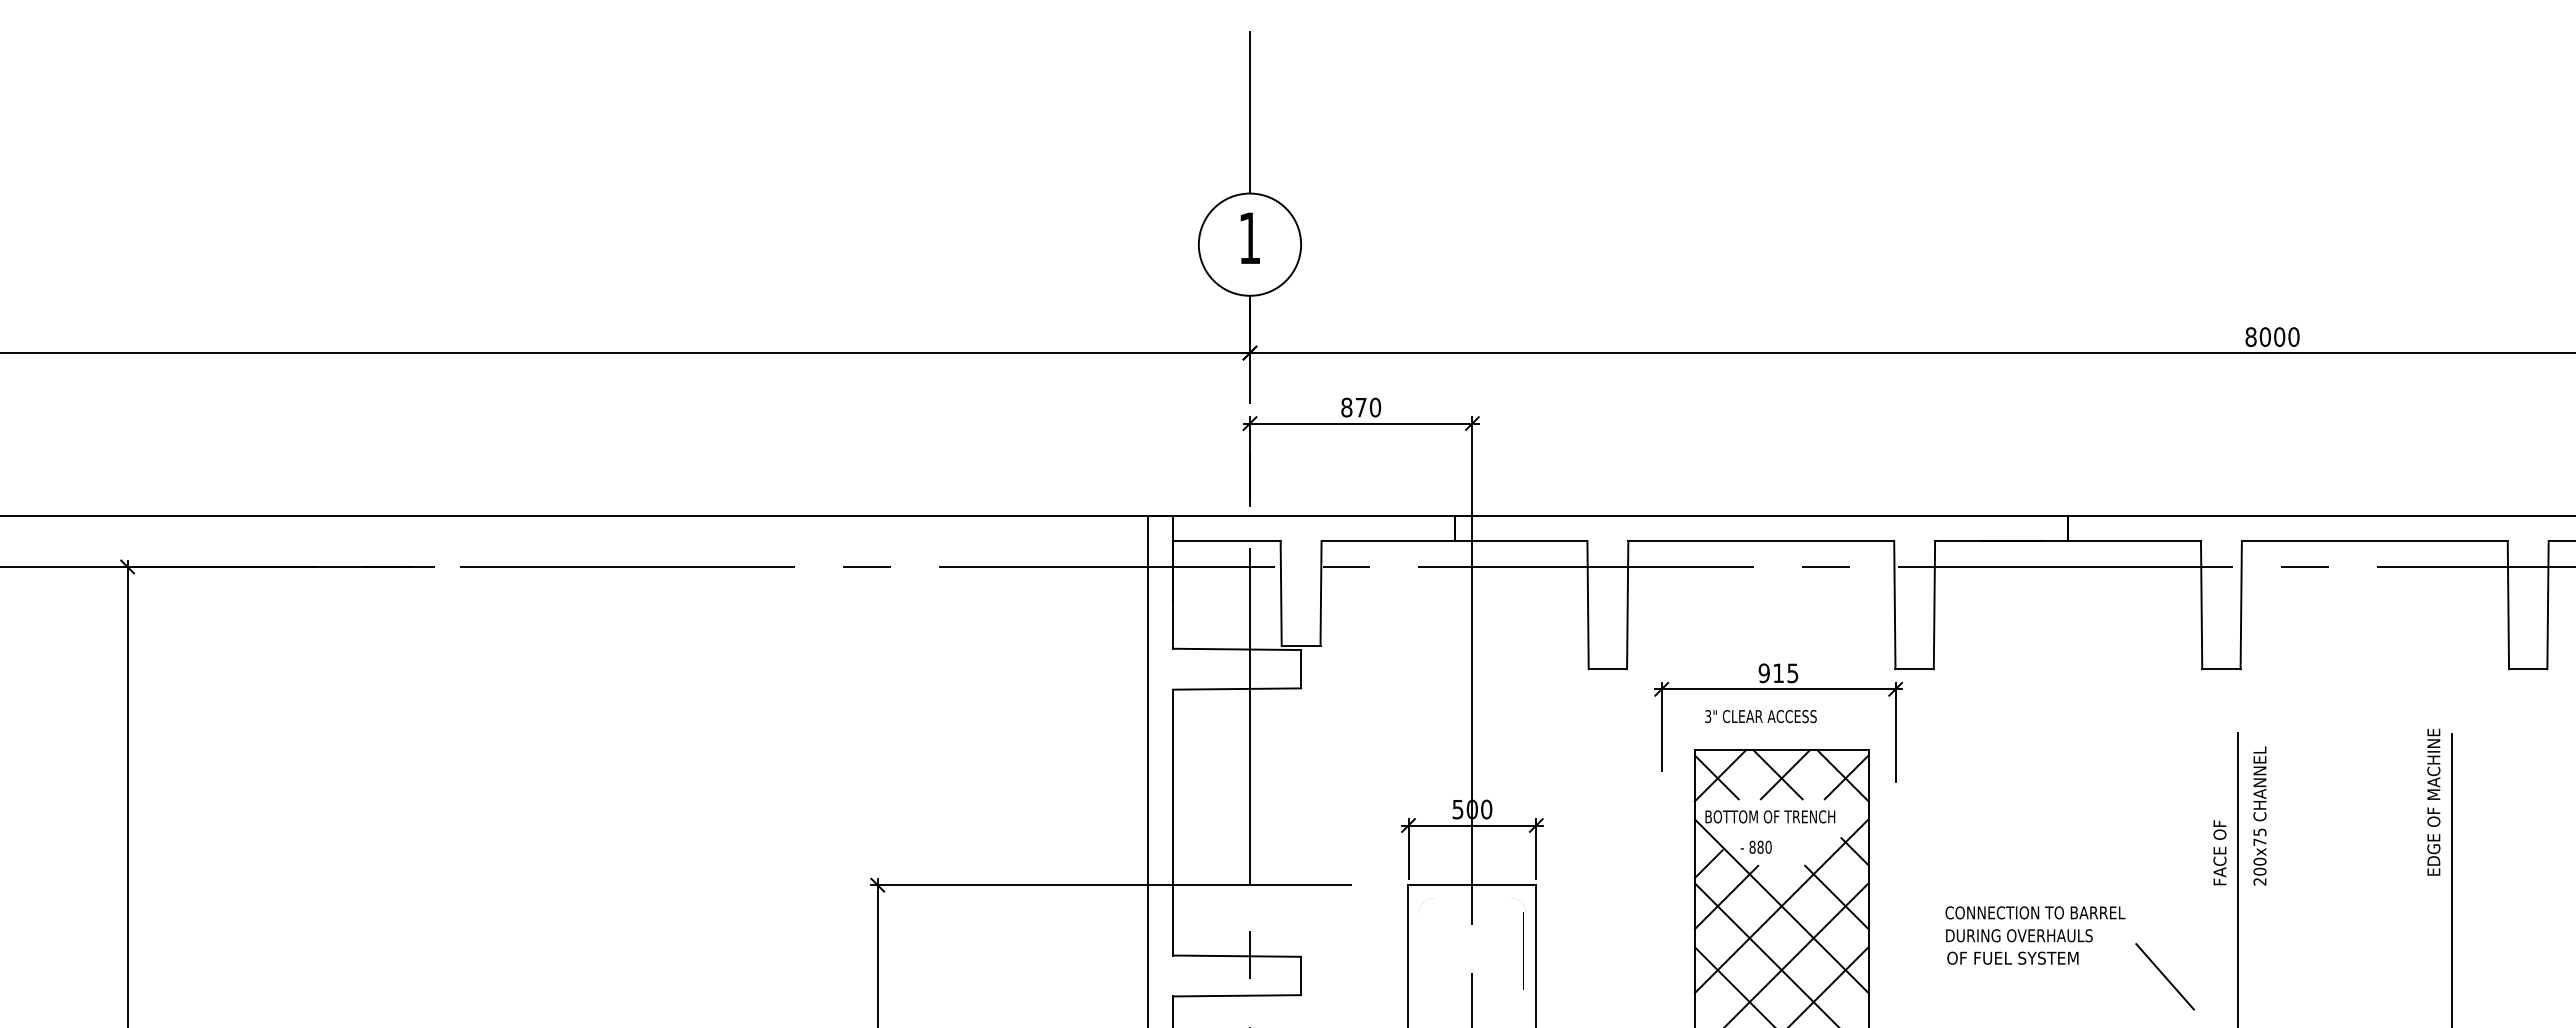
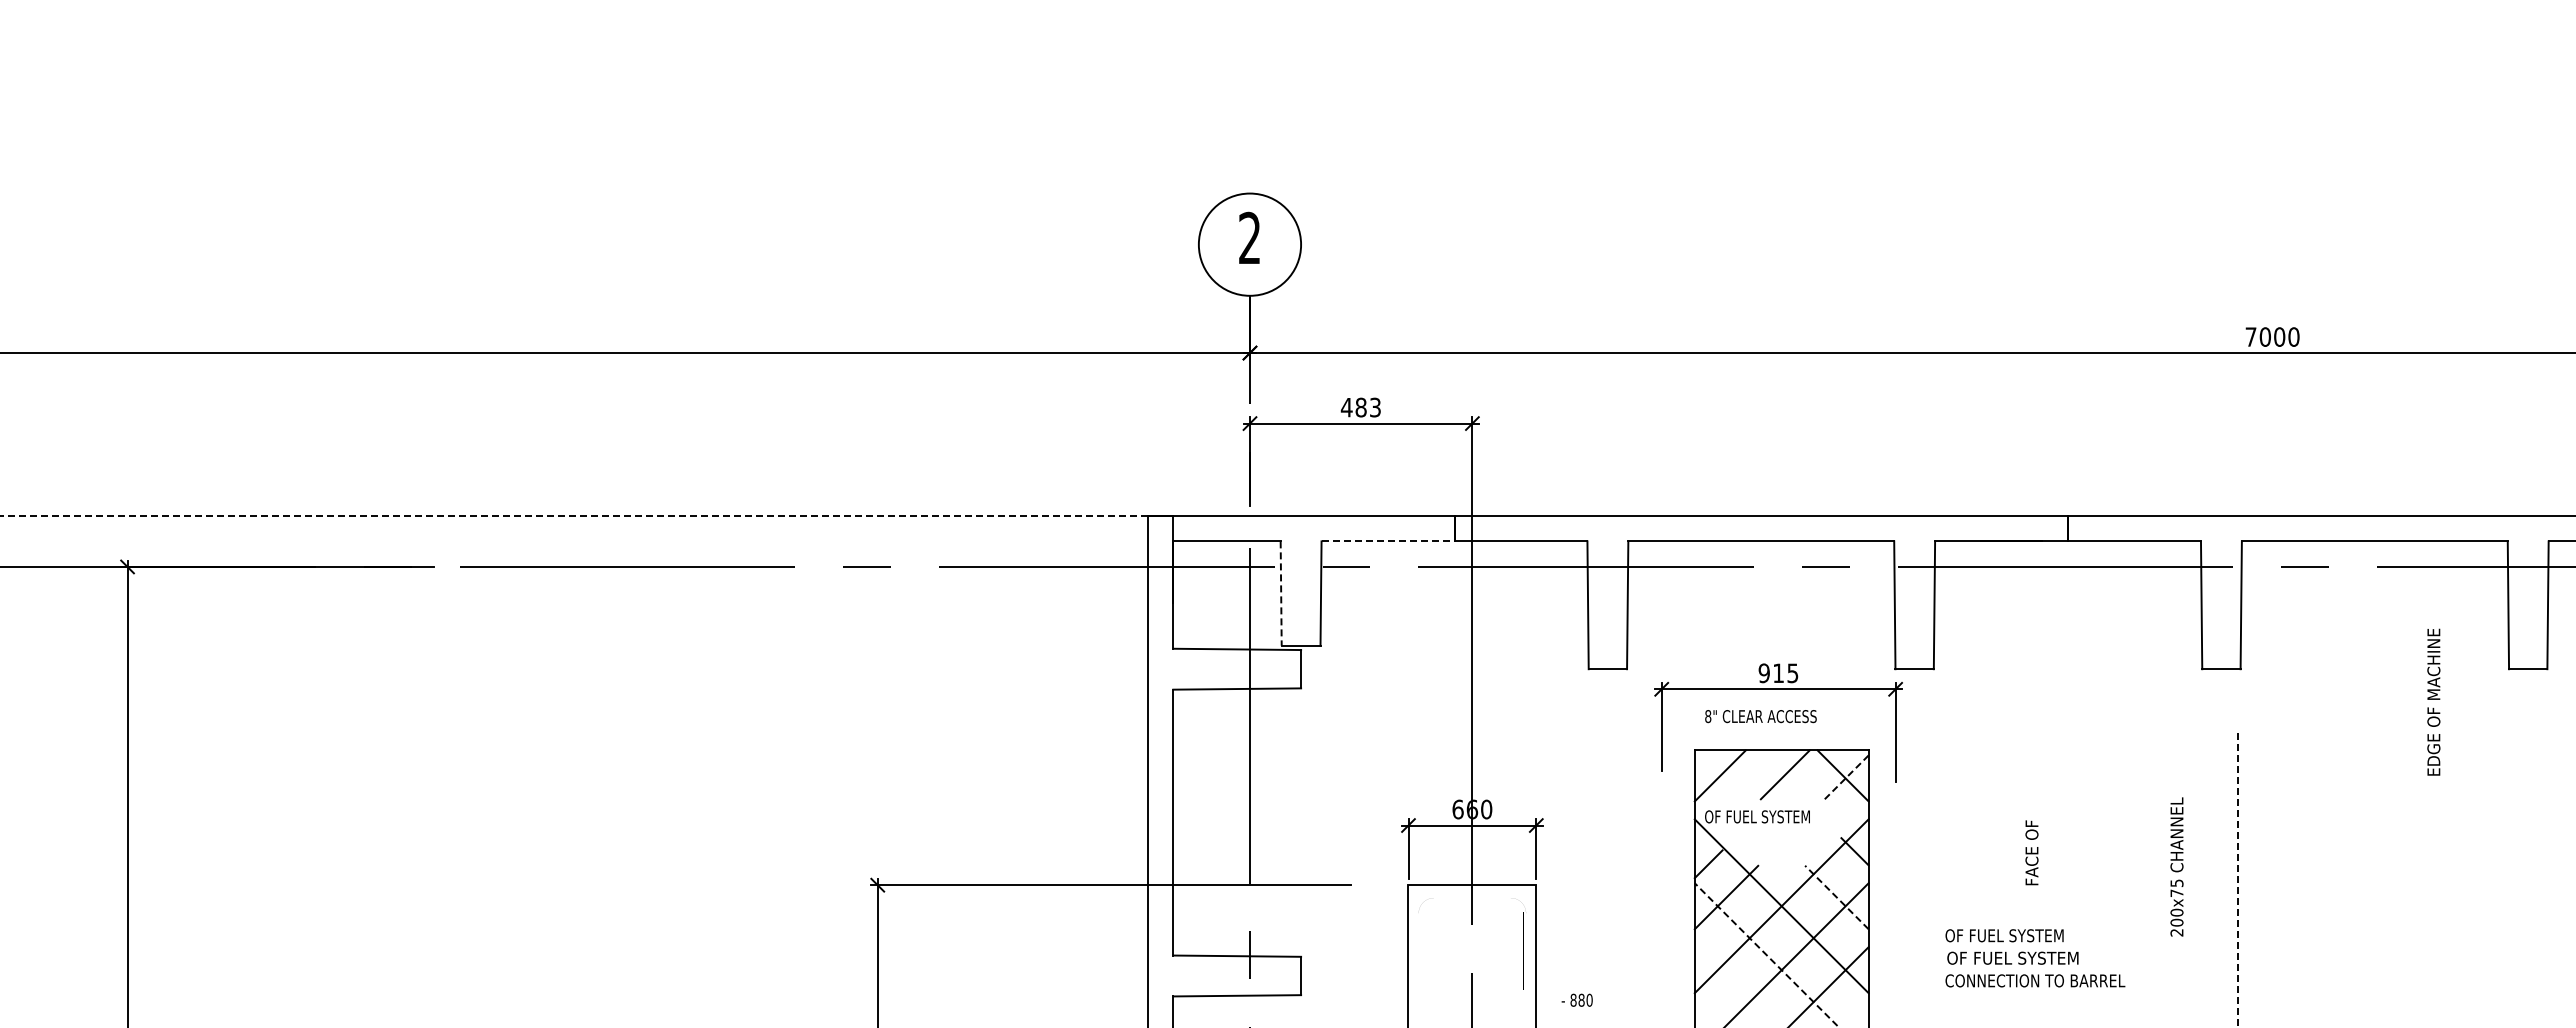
line at (1249, 111): present -> none
text at (1249, 237): 1 -> 2
text at (2250, 336): 8000 -> 7000
text at (1360, 407): 870 -> 483
line at (573, 515): solid -> dashed
line at (1388, 541): solid -> dashed
line at (1281, 594): solid -> dashed
text at (1708, 716): 3" -> 8"
line at (1777, 774): present -> none
line at (1716, 777): present -> none
line at (1847, 777): solid -> dashed
text at (2433, 801) position: (2433, 801) -> (2433, 701)
text at (1465, 809): 500 -> 660
text at (2259, 815) position: (2259, 815) -> (2176, 866)
text at (1770, 816): BOTTOM OF TRENCH -> OF FUEL SYSTEM
text at (1755, 846) position: (1755, 846) -> (1576, 999)
text at (2219, 852) position: (2219, 852) -> (2031, 852)
line at (2451, 879): present -> none
line at (2237, 880): solid -> dashed
line at (1836, 897): solid -> dashed
text at (2035, 912) position: (2035, 912) -> (2035, 980)
text at (2018, 935): DURING OVERHAULS -> OF FUEL SYSTEM
line at (1766, 955): solid -> dashed
line at (2164, 976): present -> none
line at (1733, 985): present -> none
